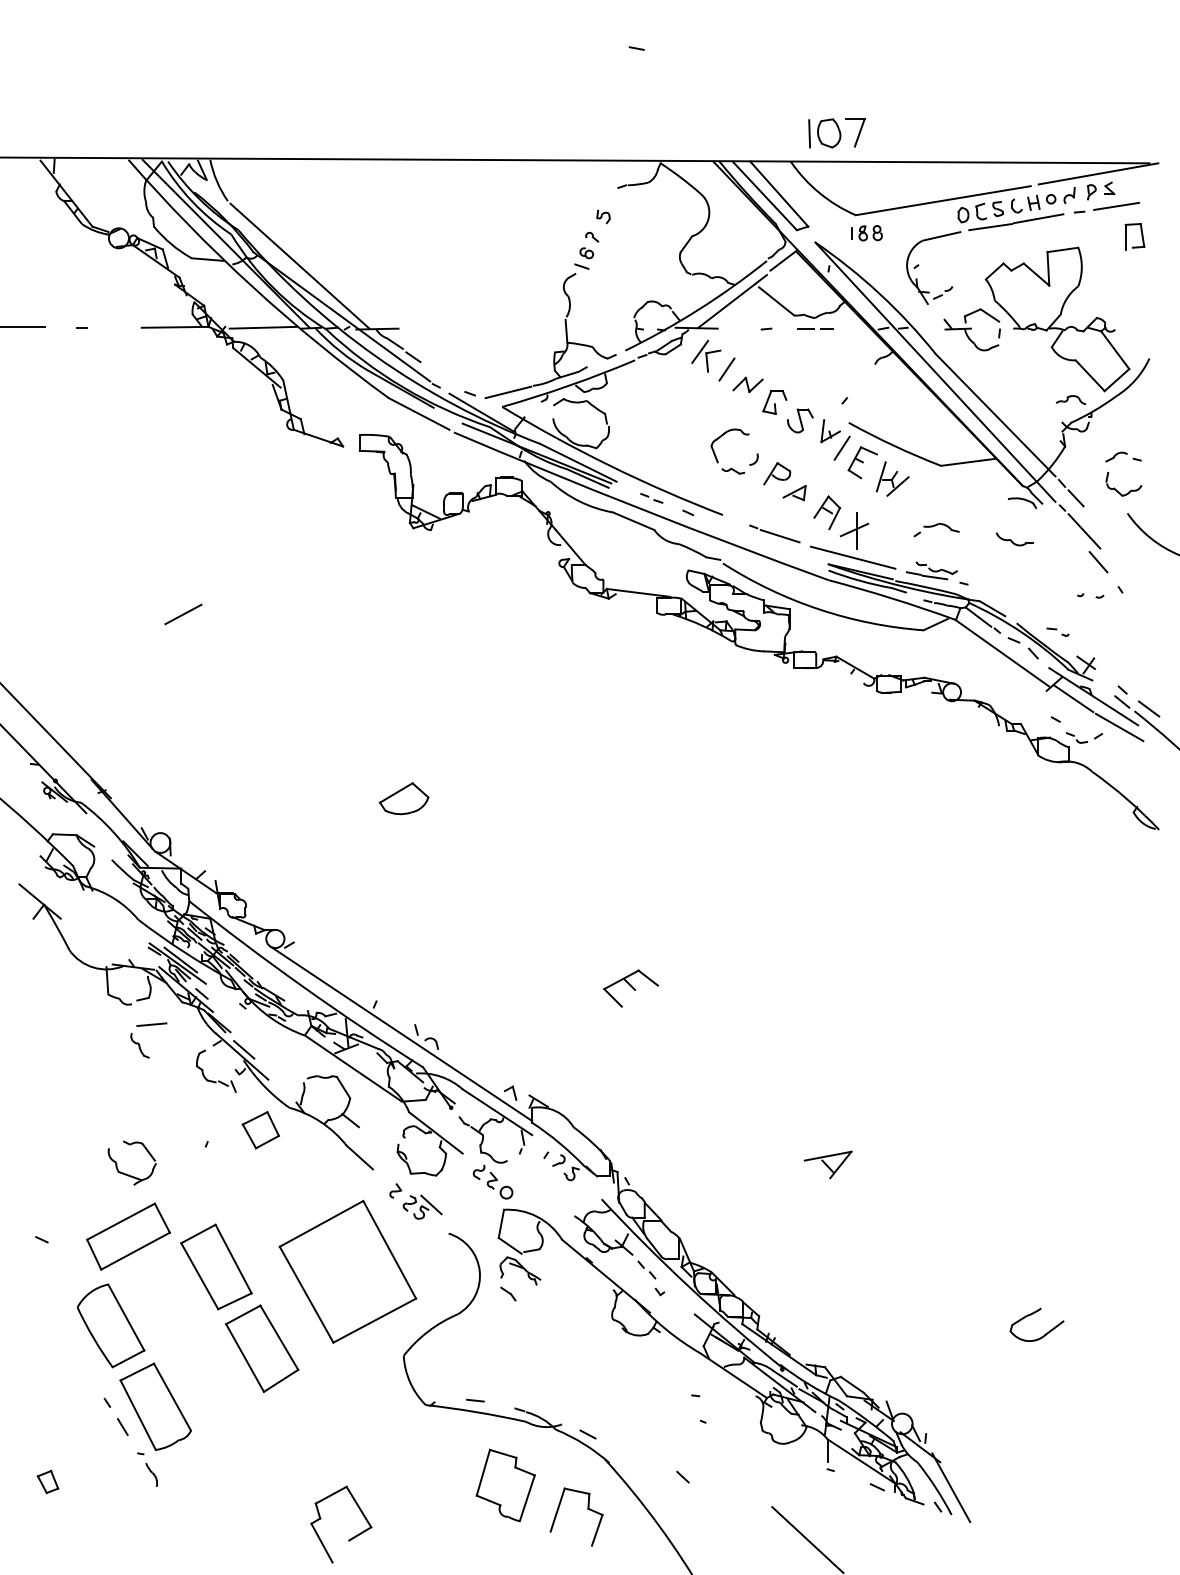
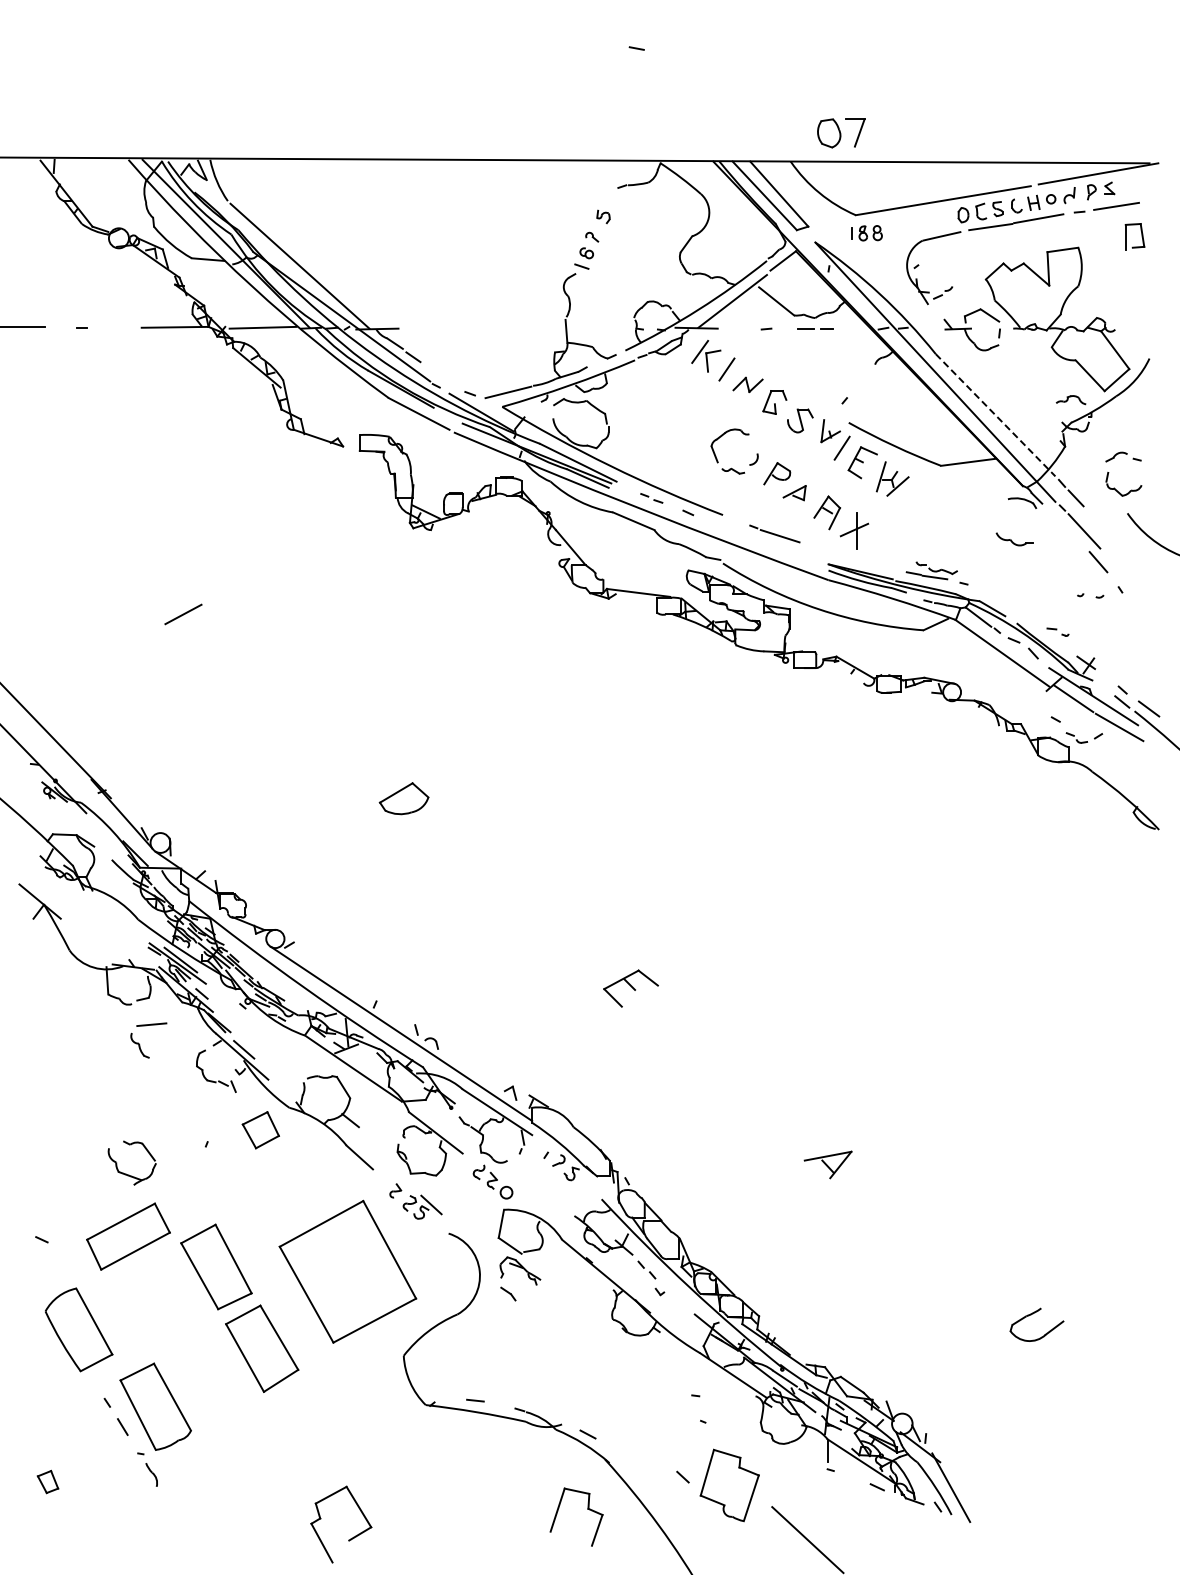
line at (809, 133): present -> none
line at (995, 415): solid -> dashed
part at (936, 530): present -> none
line at (852, 557): present -> none
part at (111, 1325) position: (111, 1325) -> (79, 1329)
part at (505, 1485) position: (505, 1485) -> (729, 1485)
